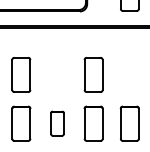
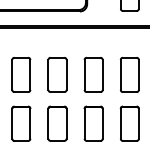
part at (57, 74): none -> present
part at (129, 74): none -> present
part at (57, 123) size: 15x27 px -> 21x37 px
